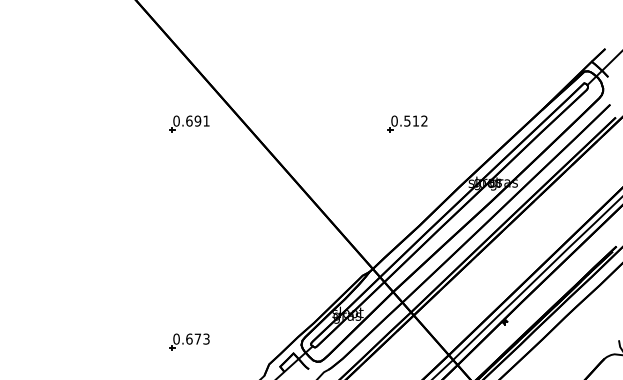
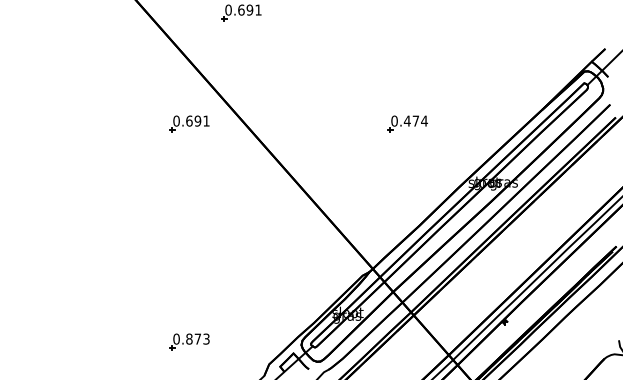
part at (241, 12): none -> present
text at (415, 120): 0.512 -> 0.474
text at (189, 338): 0.673 -> 0.873
